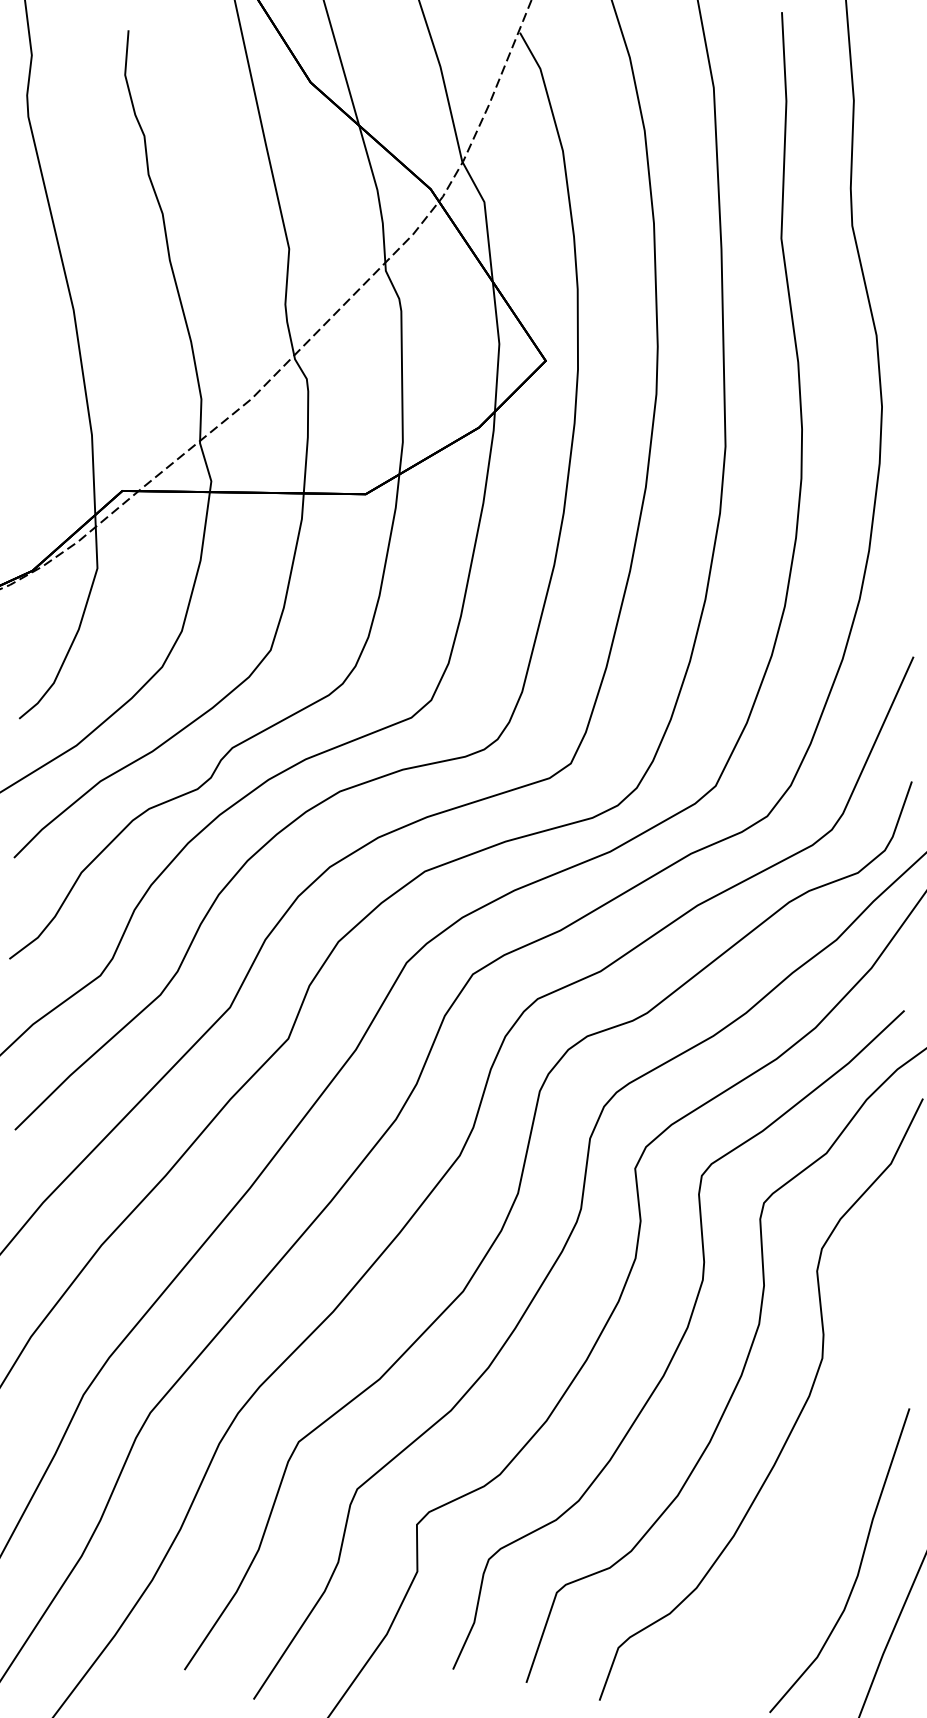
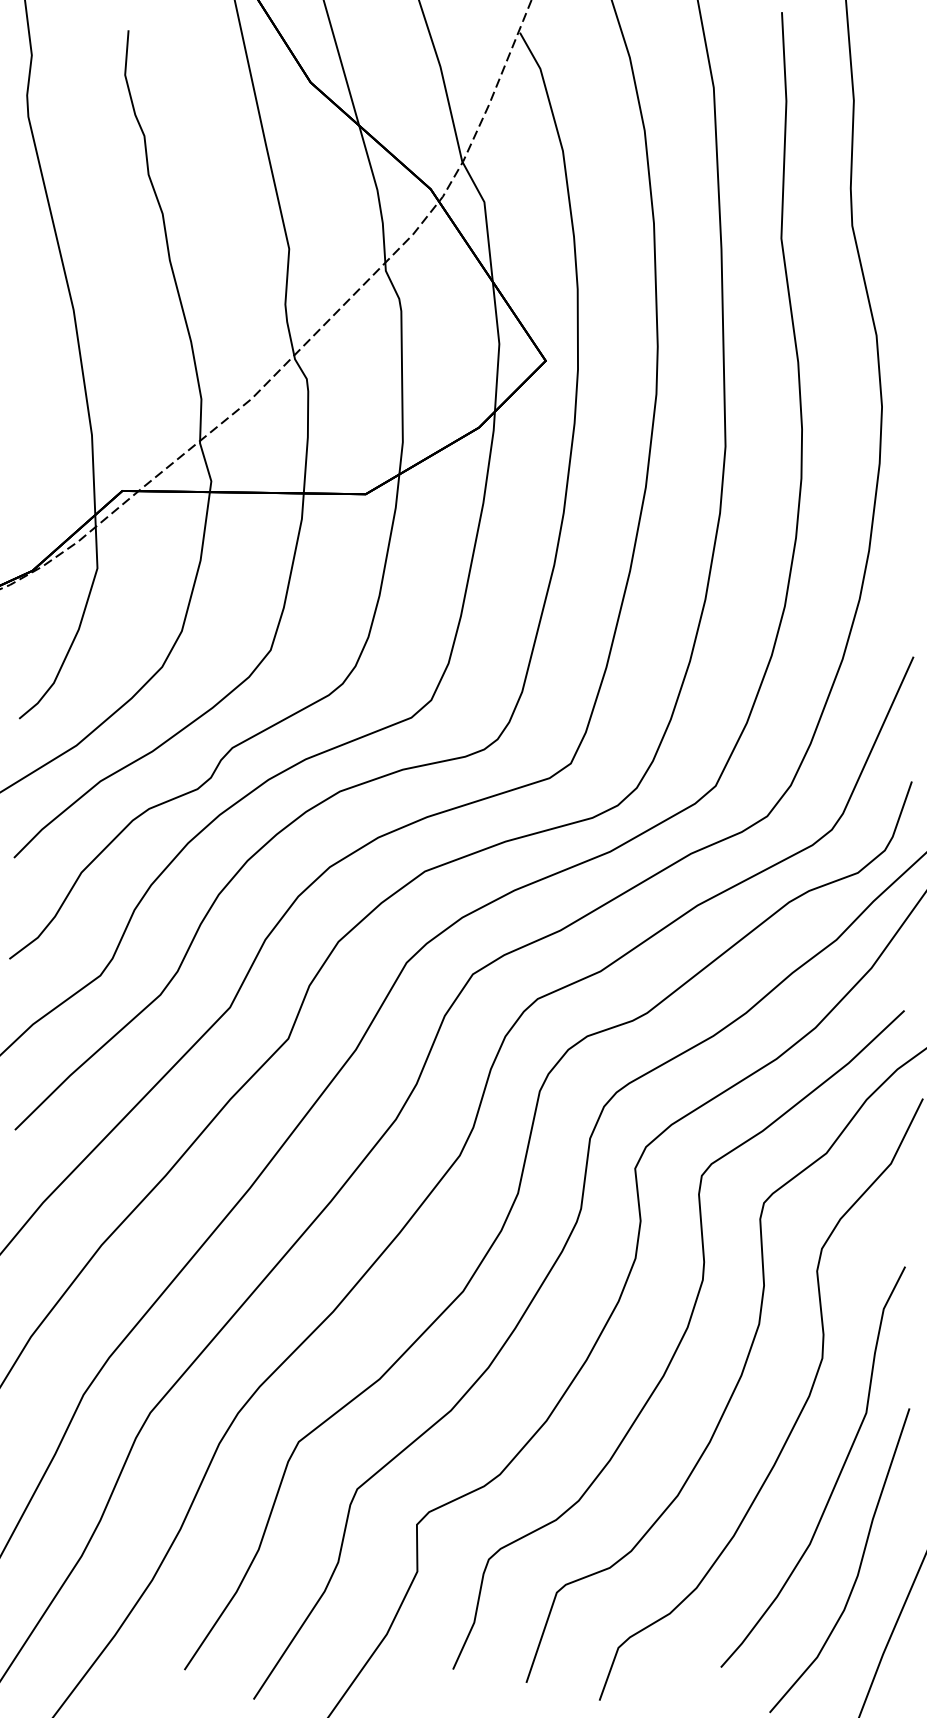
curve at (838, 1474): none -> present
